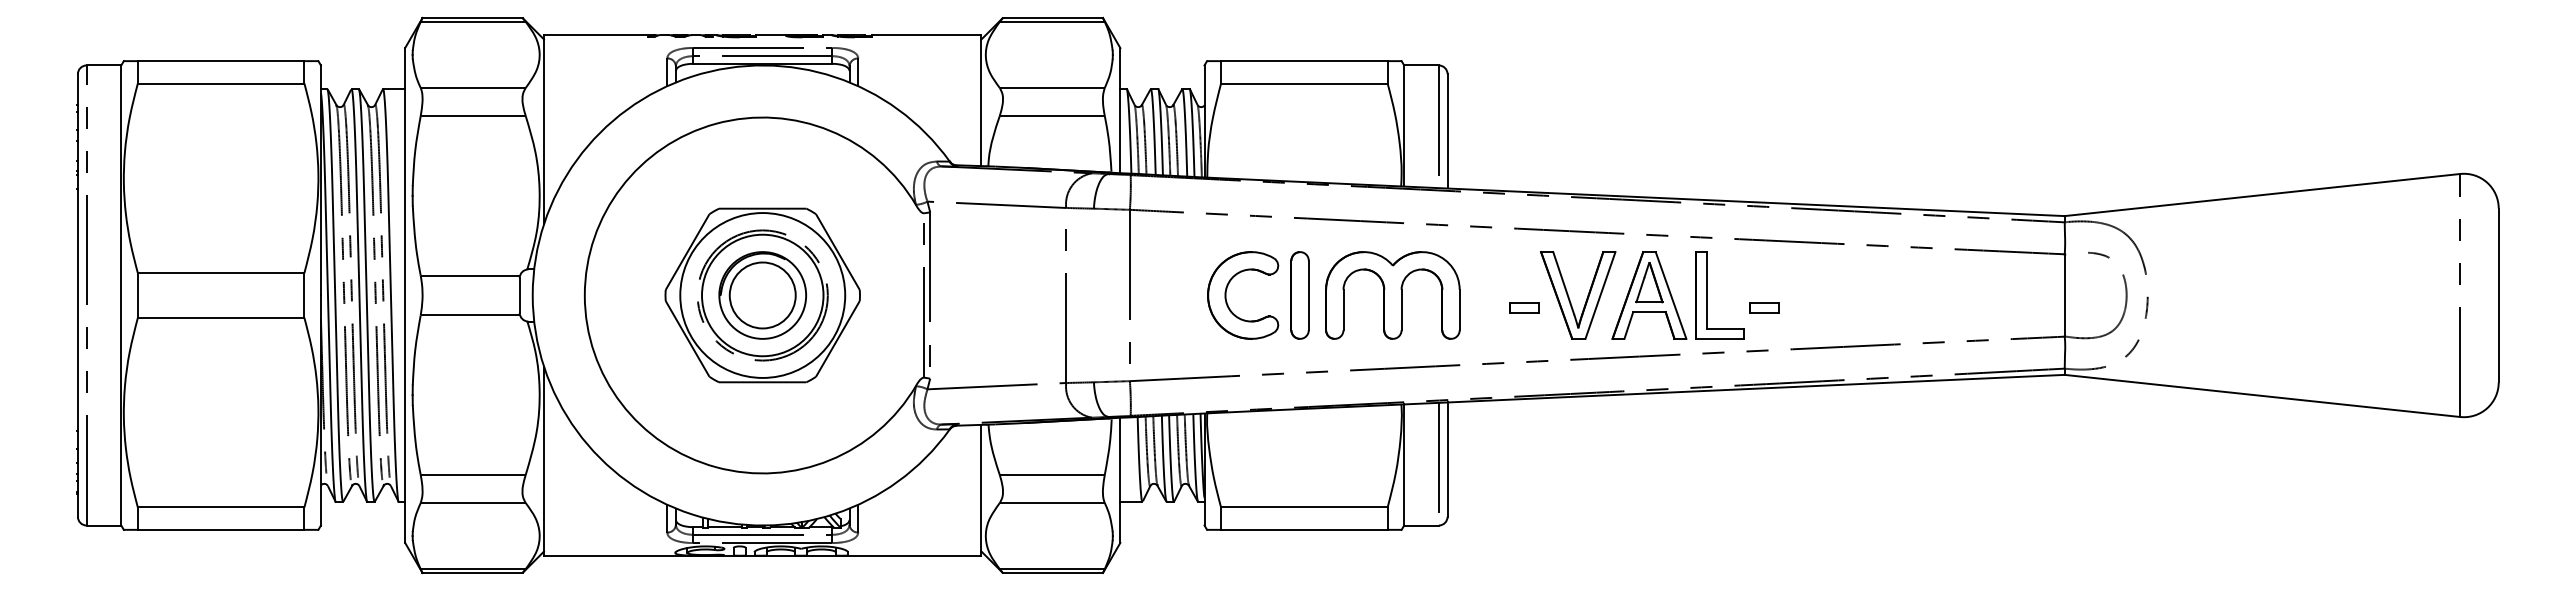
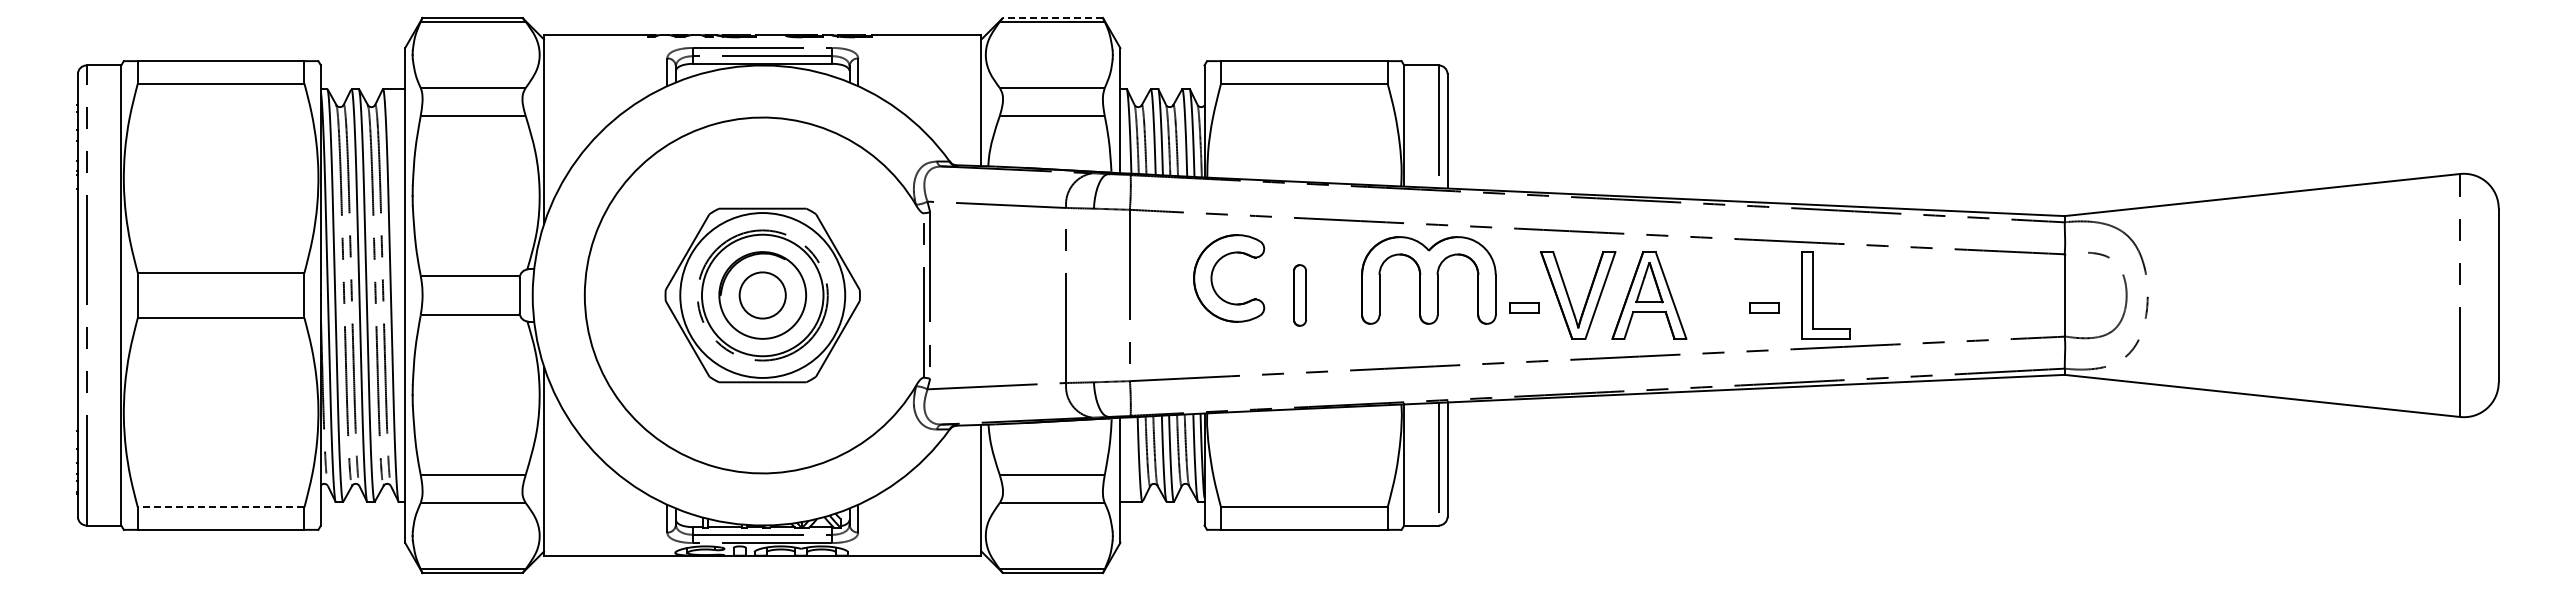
line at (1052, 17): solid -> dashed
circle at (762, 295) diameter: 66 px -> 46 px
part at (1226, 295) position: (1226, 295) -> (1212, 278)
part at (1299, 295) size: 20x89 px -> 14x63 px
part at (1392, 295) position: (1392, 295) -> (1428, 280)
part at (1707, 295) position: (1707, 295) -> (1813, 295)
line at (220, 507): solid -> dashed
